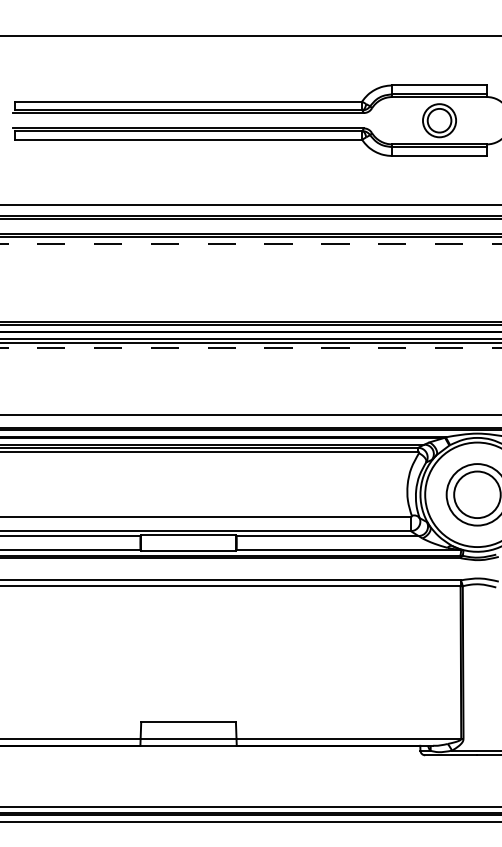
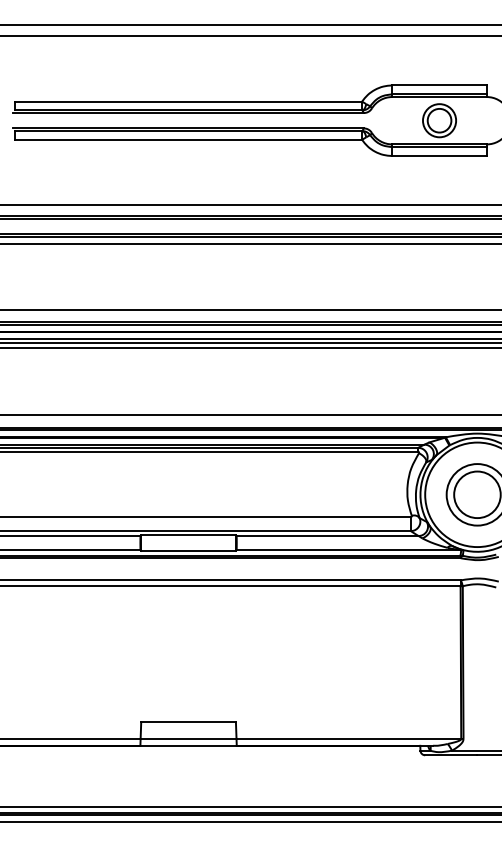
line at (250, 25): none -> present
line at (250, 244): dashed -> solid
line at (250, 310): none -> present
line at (250, 348): dashed -> solid
